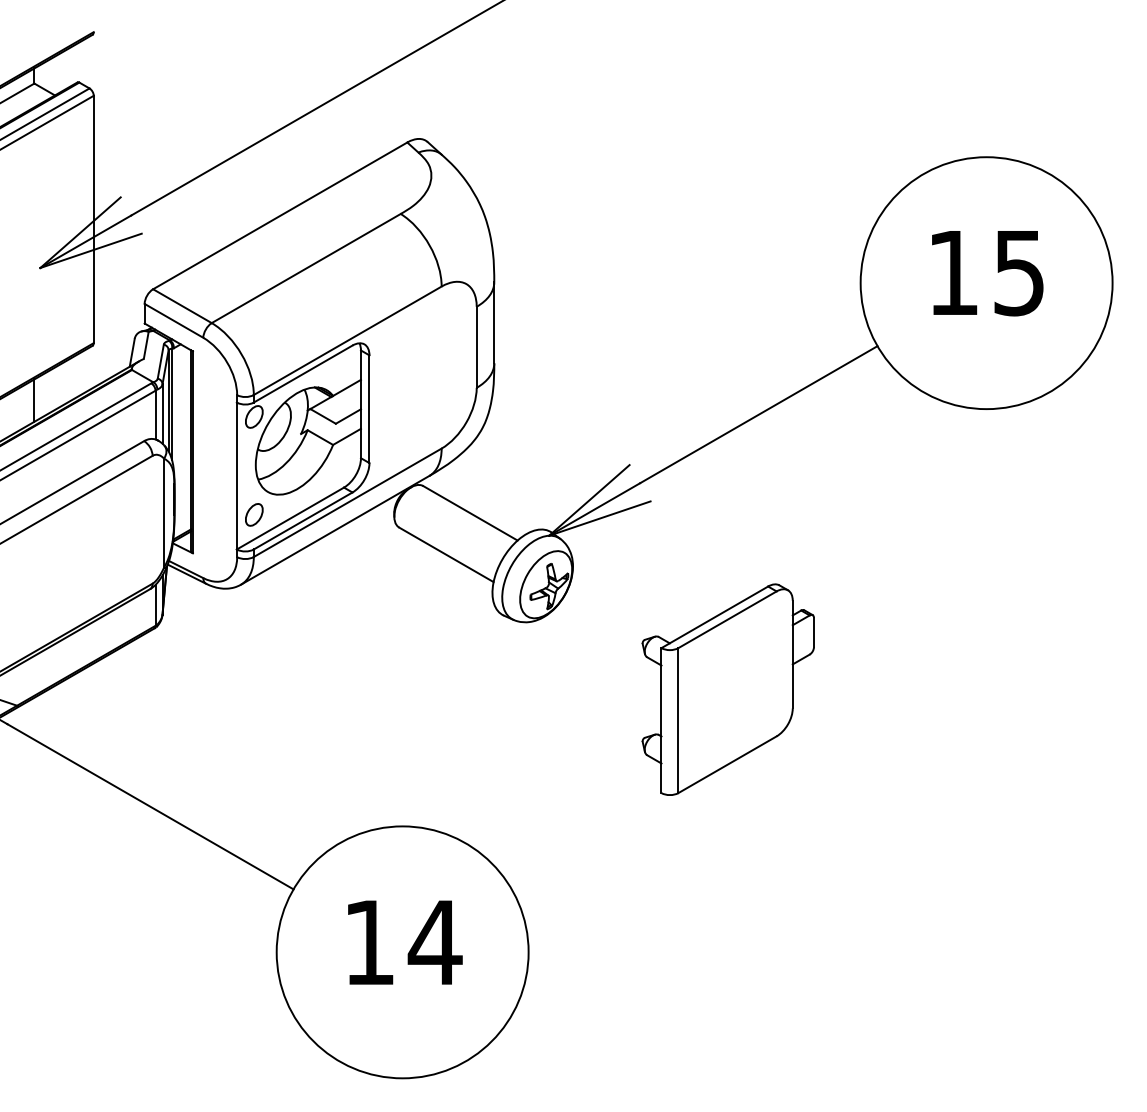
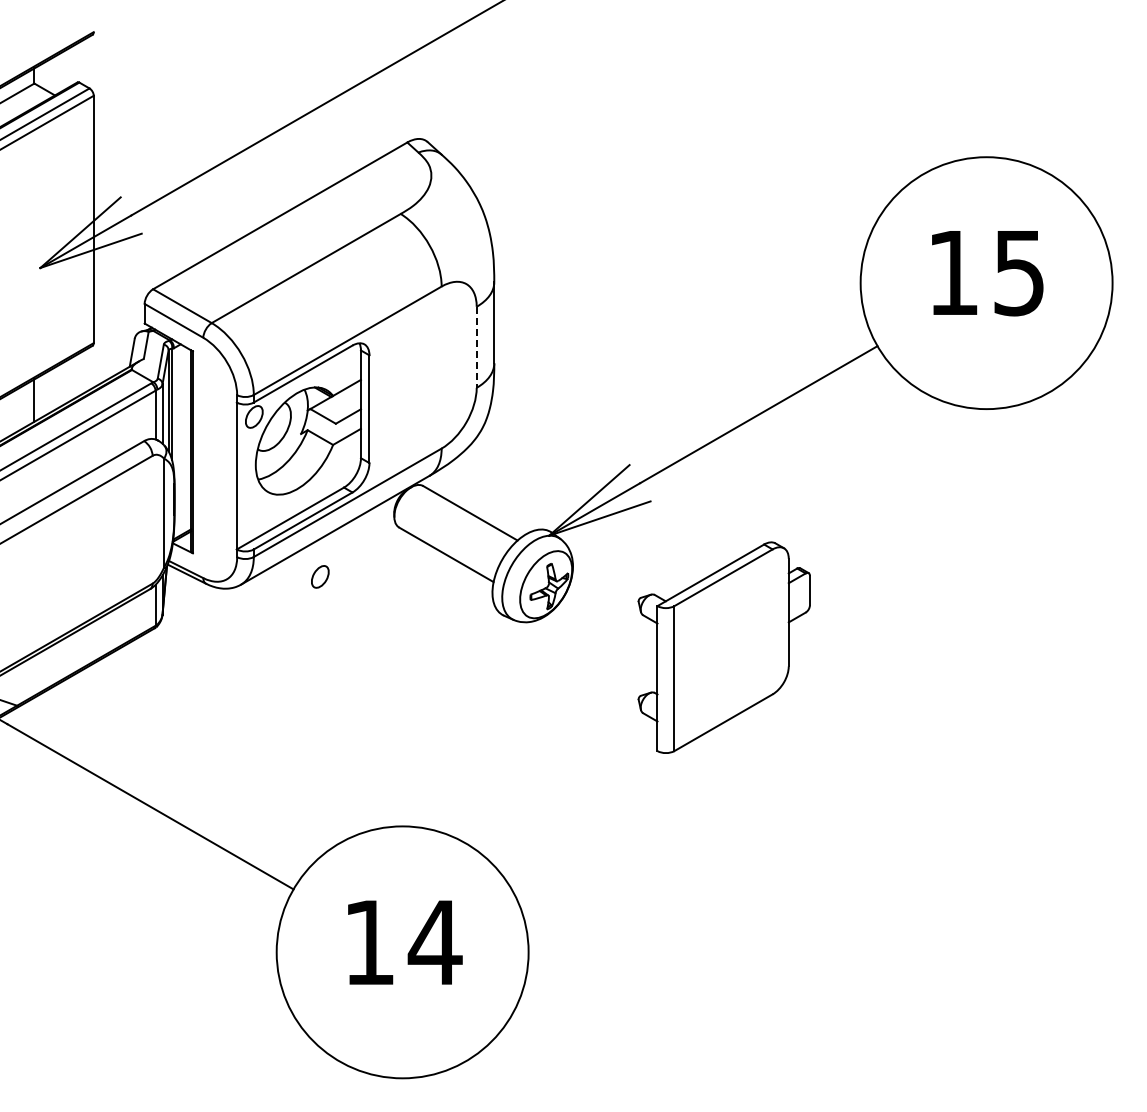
line at (476, 347): solid -> dashed
part at (254, 514) position: (254, 514) -> (320, 576)
part at (727, 689) position: (727, 689) -> (723, 647)
